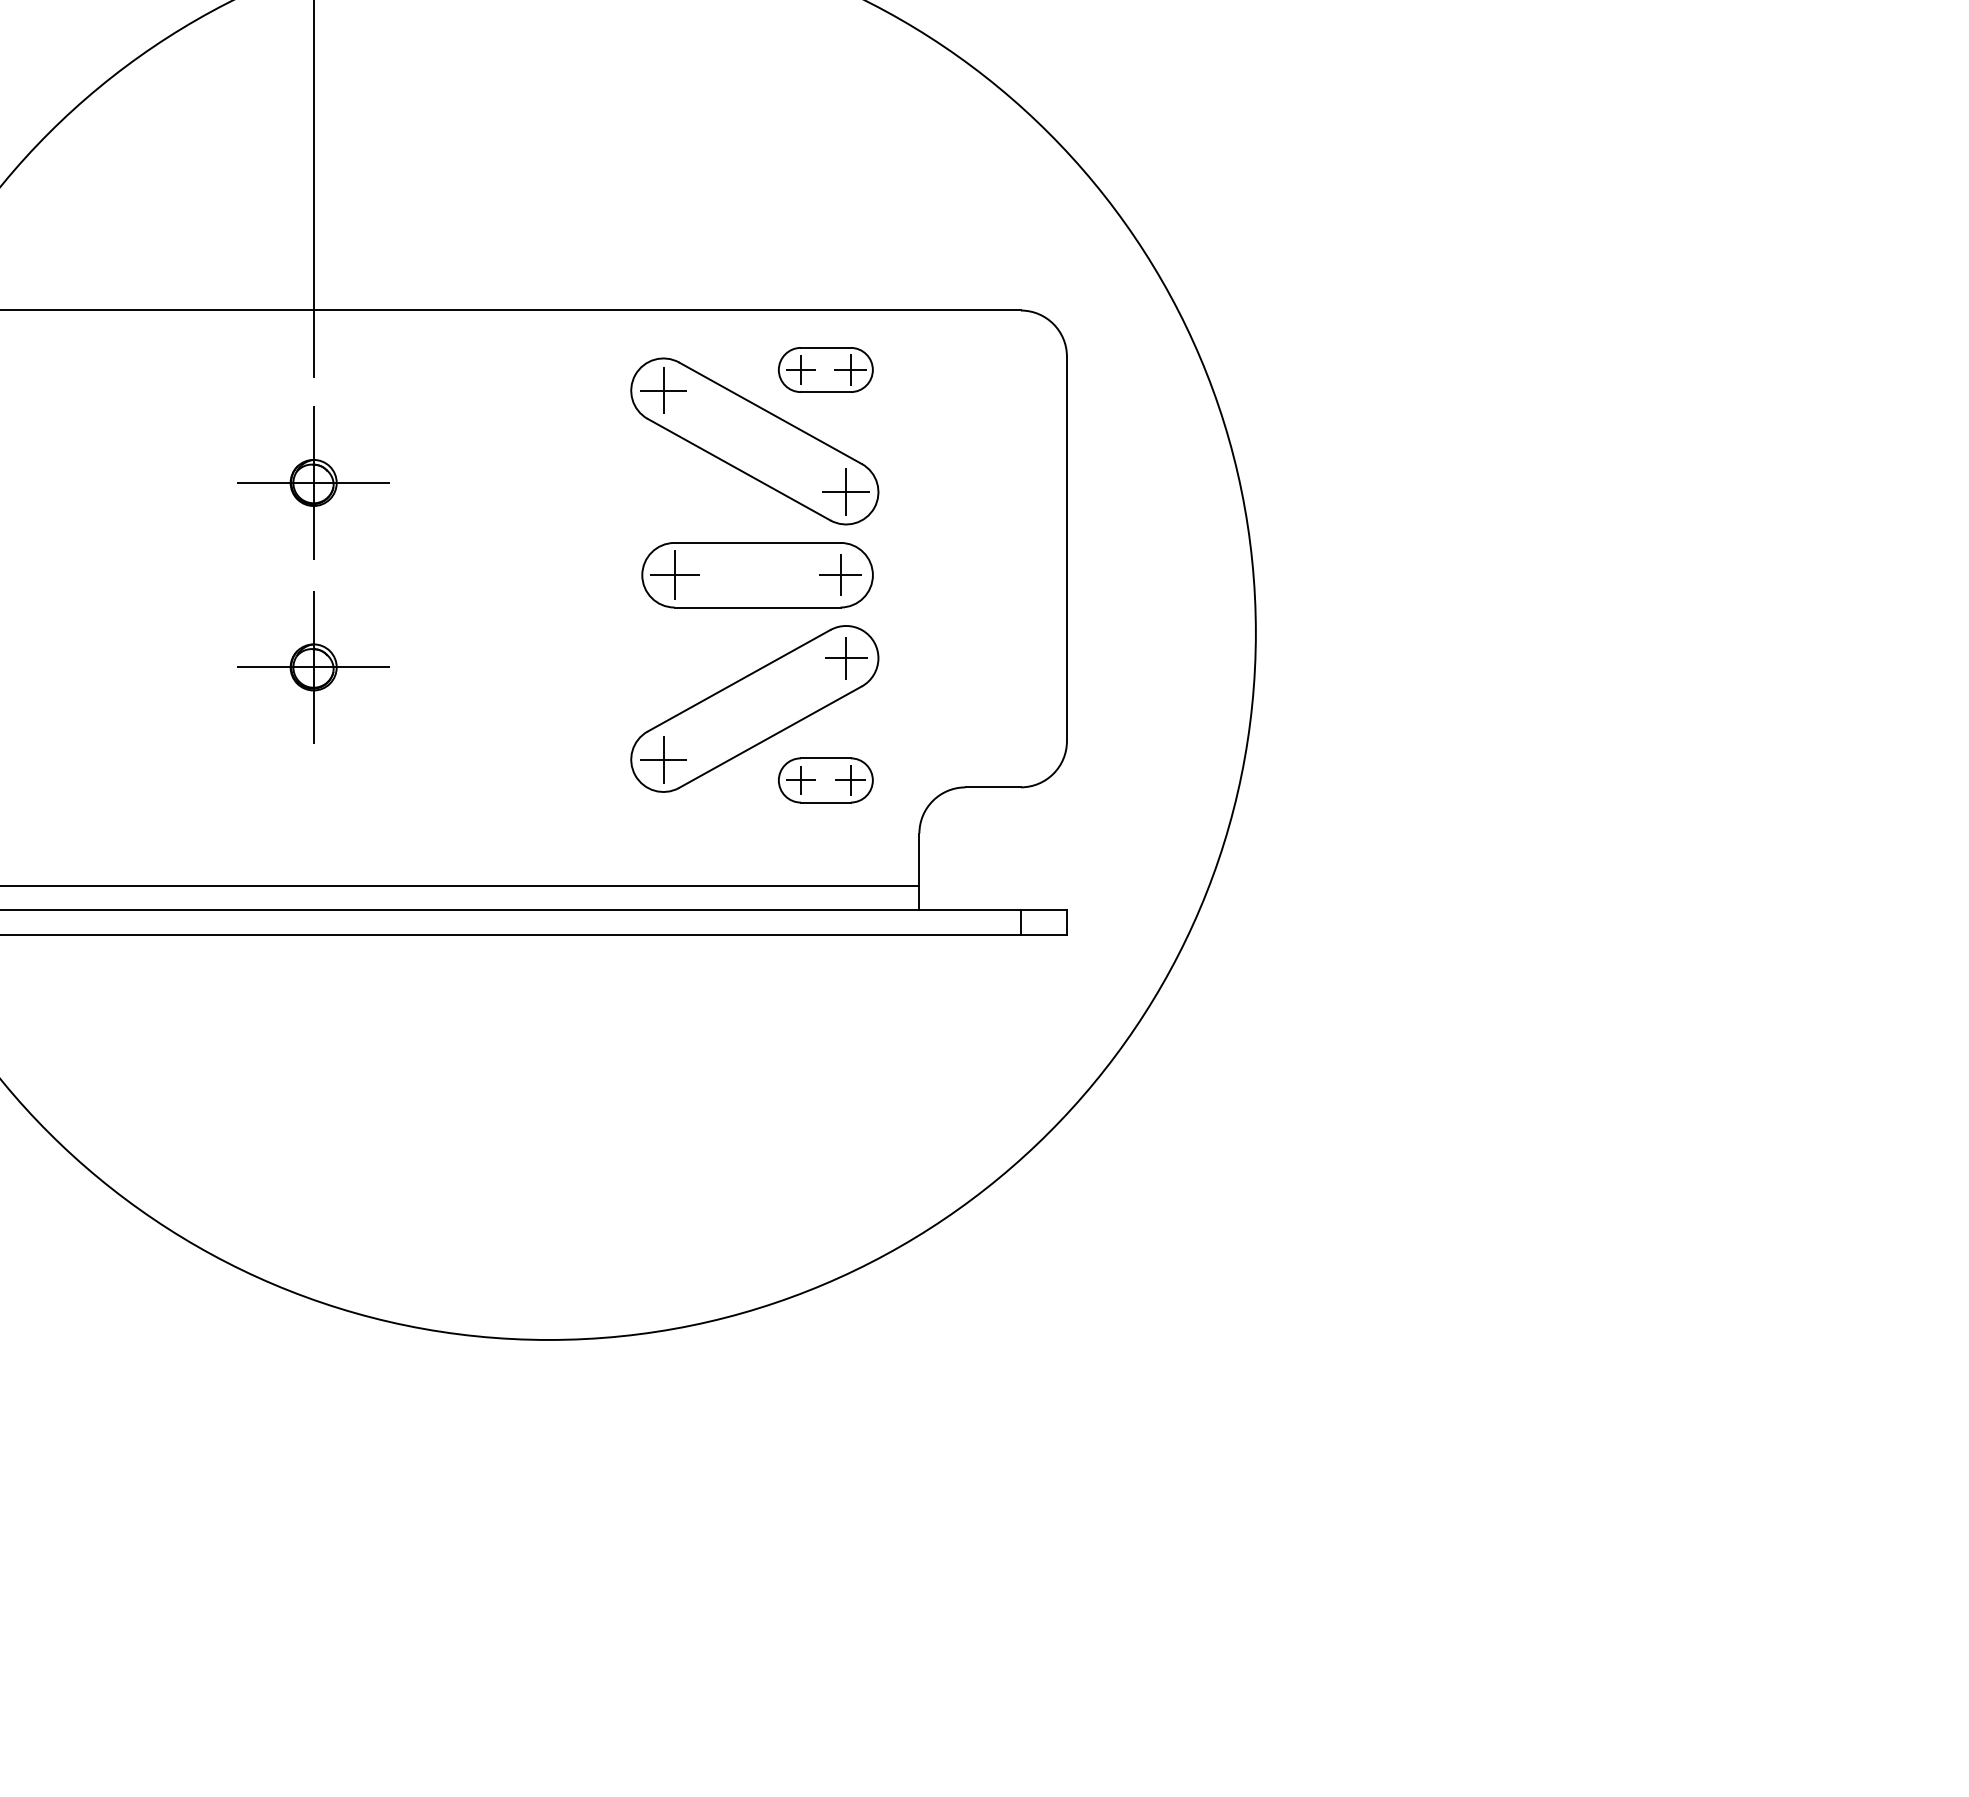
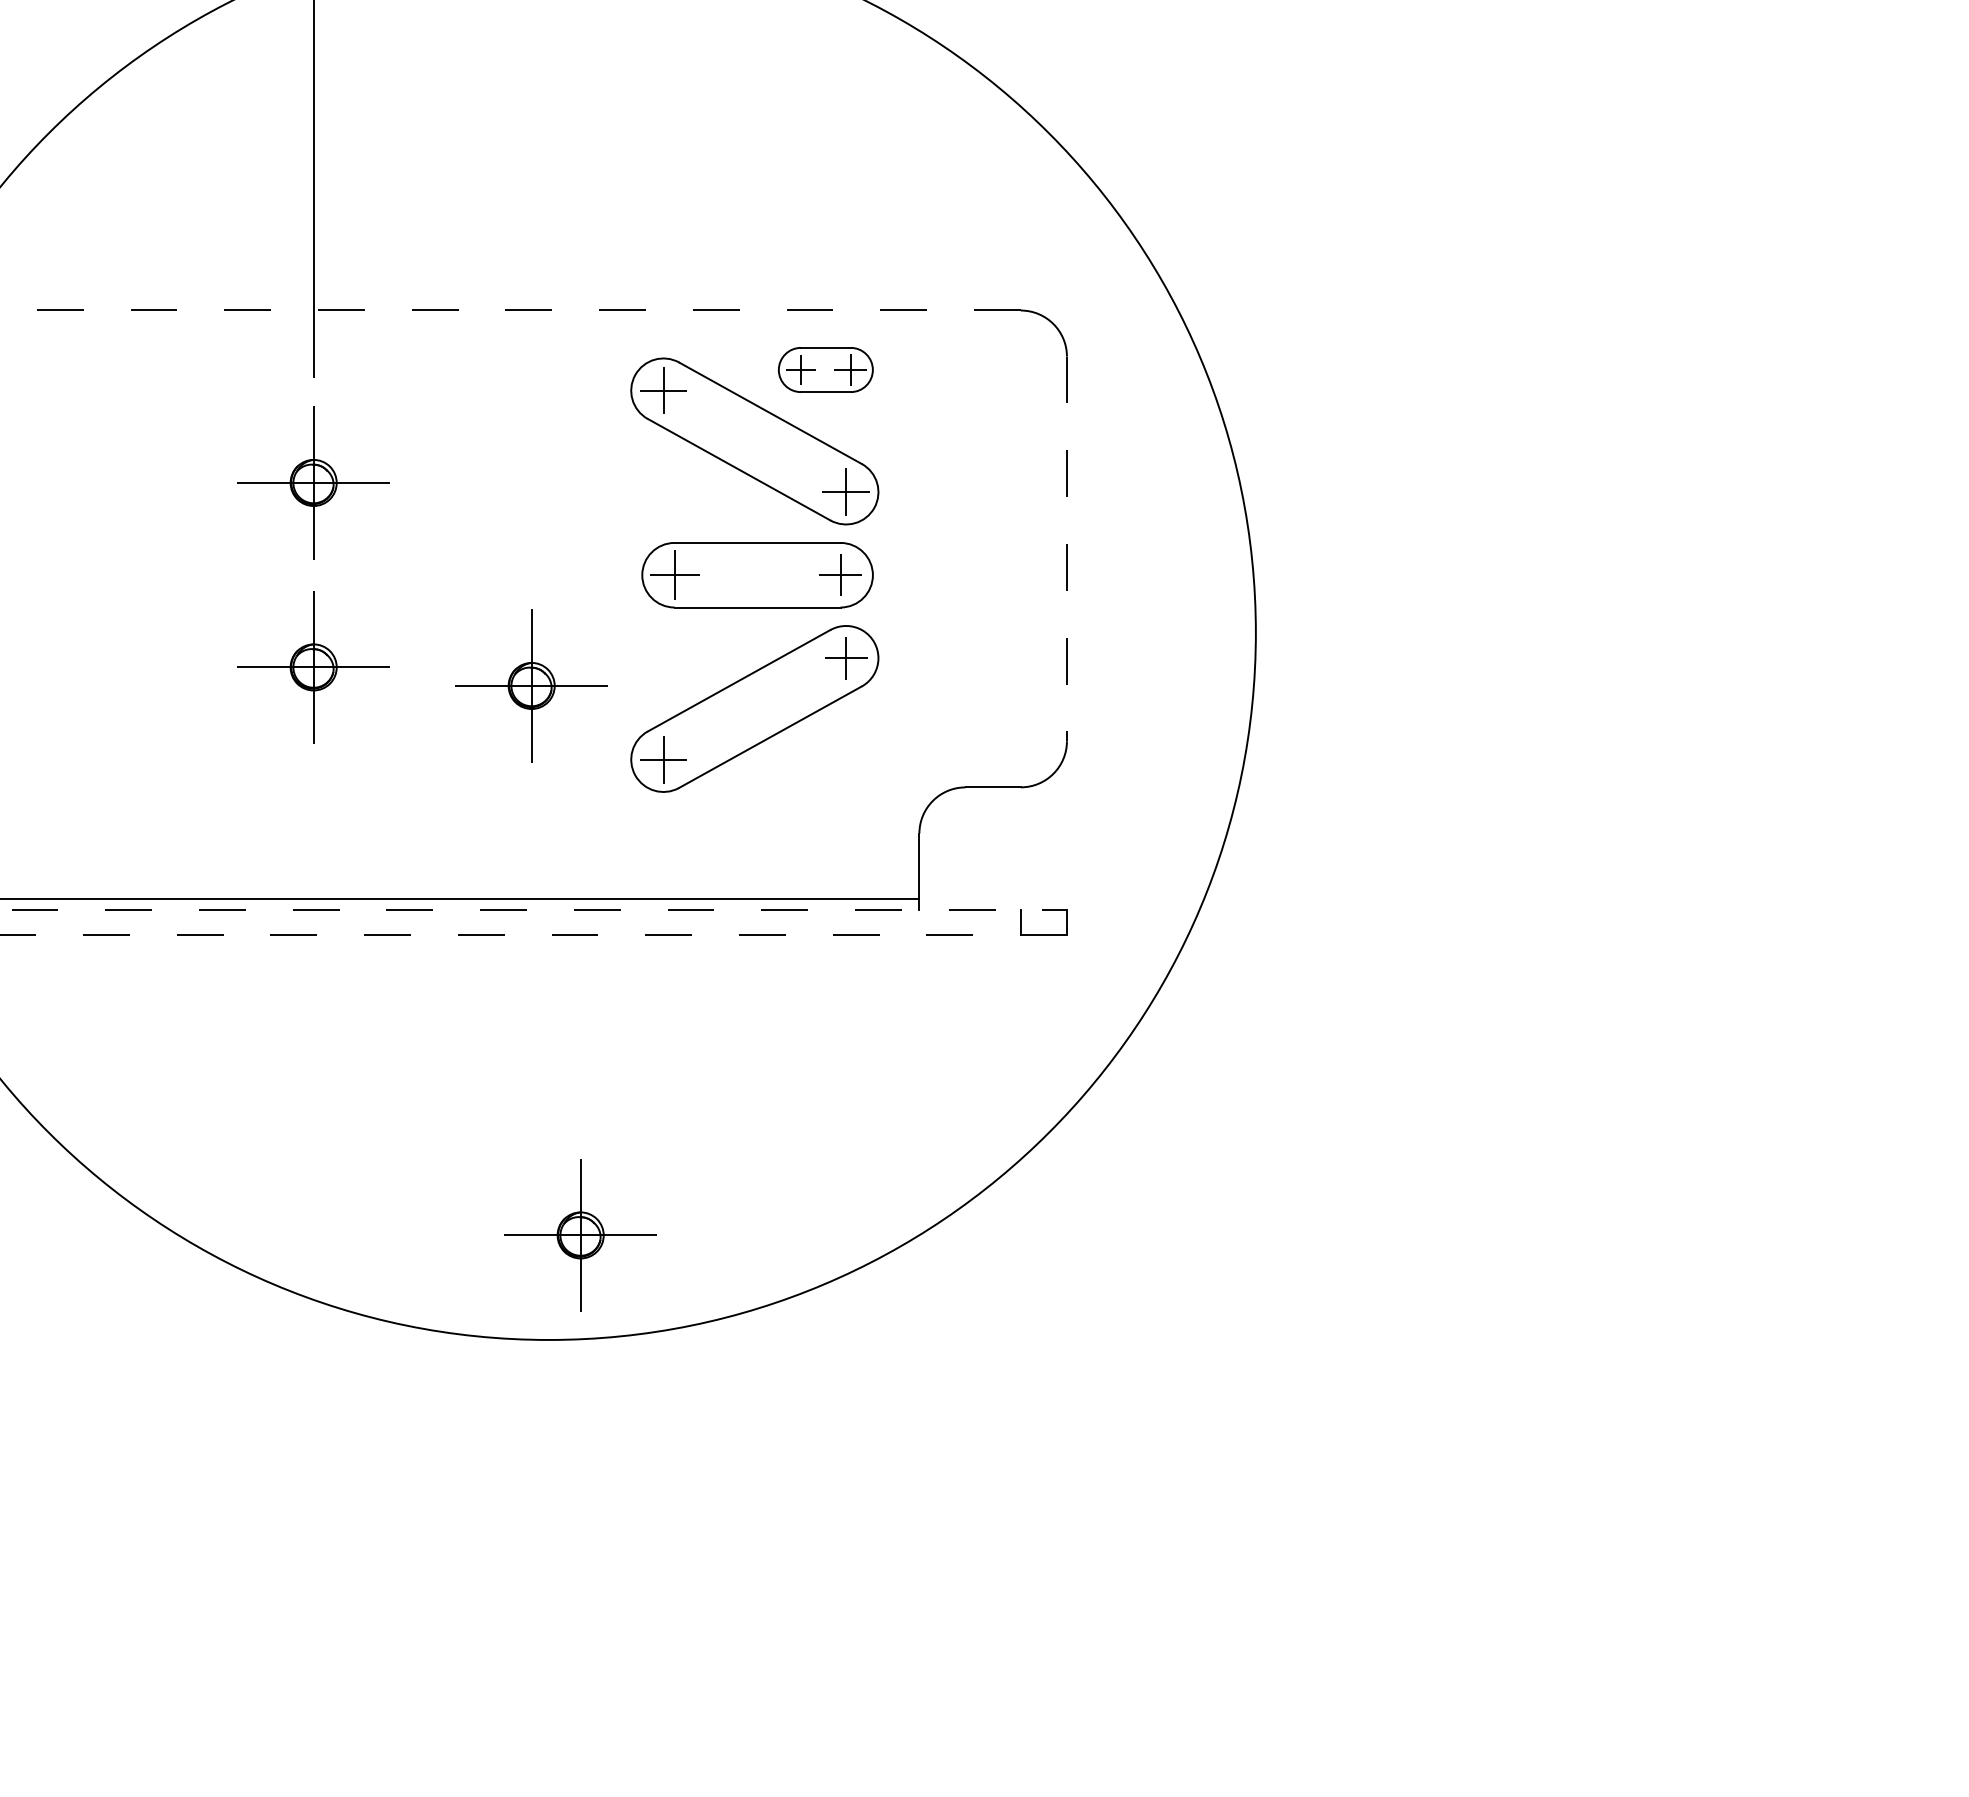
line at (510, 310): solid -> dashed
line at (1066, 549): solid -> dashed
part at (531, 685): none -> present
part at (825, 780): present -> none
line at (460, 885) position: (460, 885) -> (460, 898)
line at (534, 910): solid -> dashed
line at (533, 934): solid -> dashed
part at (580, 1235): none -> present
